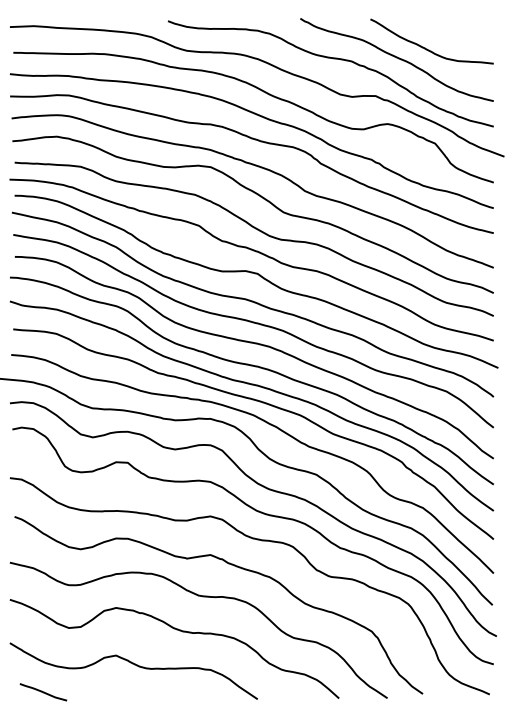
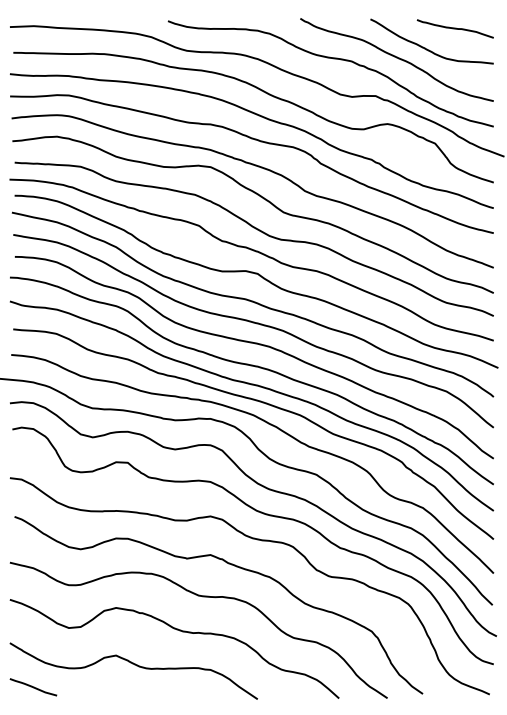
curve at (454, 28): none -> present
line at (43, 692) position: (43, 692) -> (33, 687)
